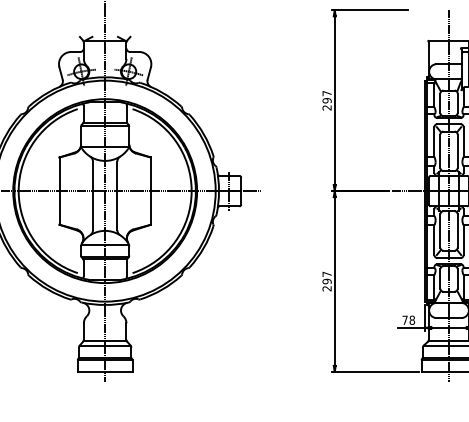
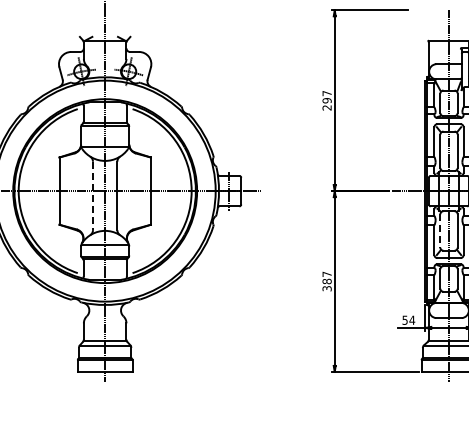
line at (93, 196): solid -> dashed
line at (440, 230): solid -> dashed
text at (326, 284): 297 -> 387
text at (408, 319): 78 -> 54
